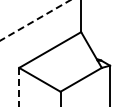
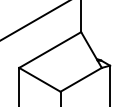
line at (35, 20): dashed -> solid
line at (19, 87): dashed -> solid
